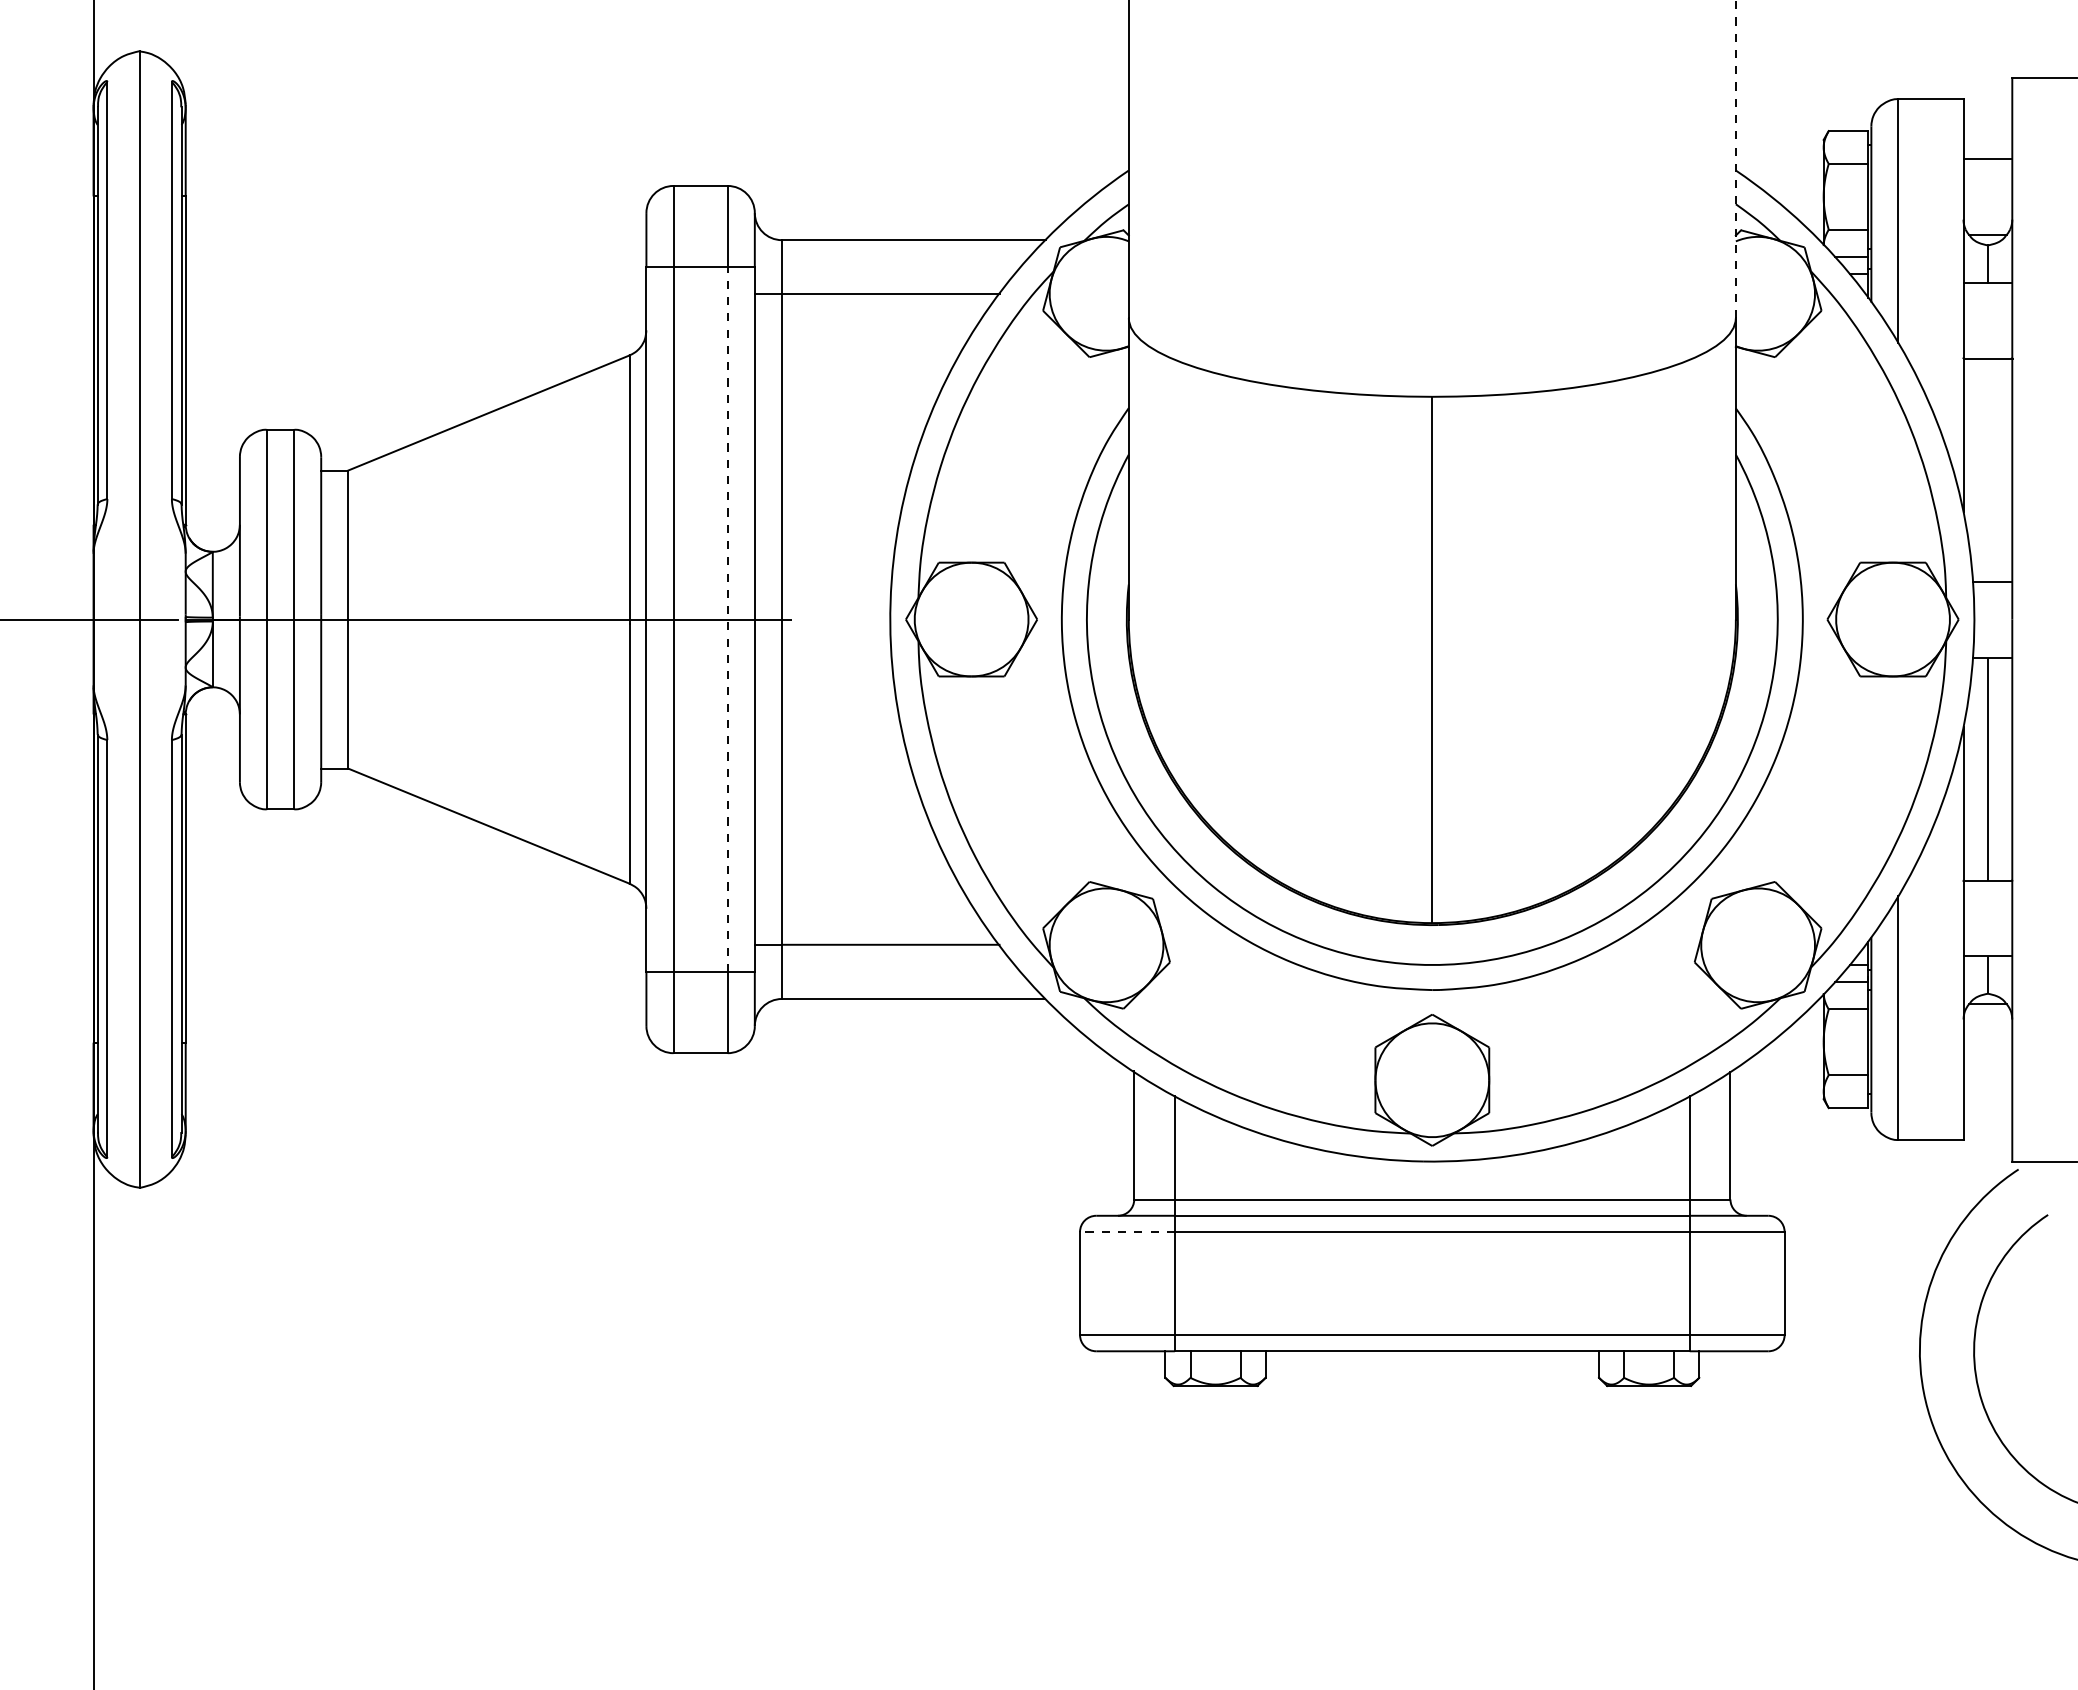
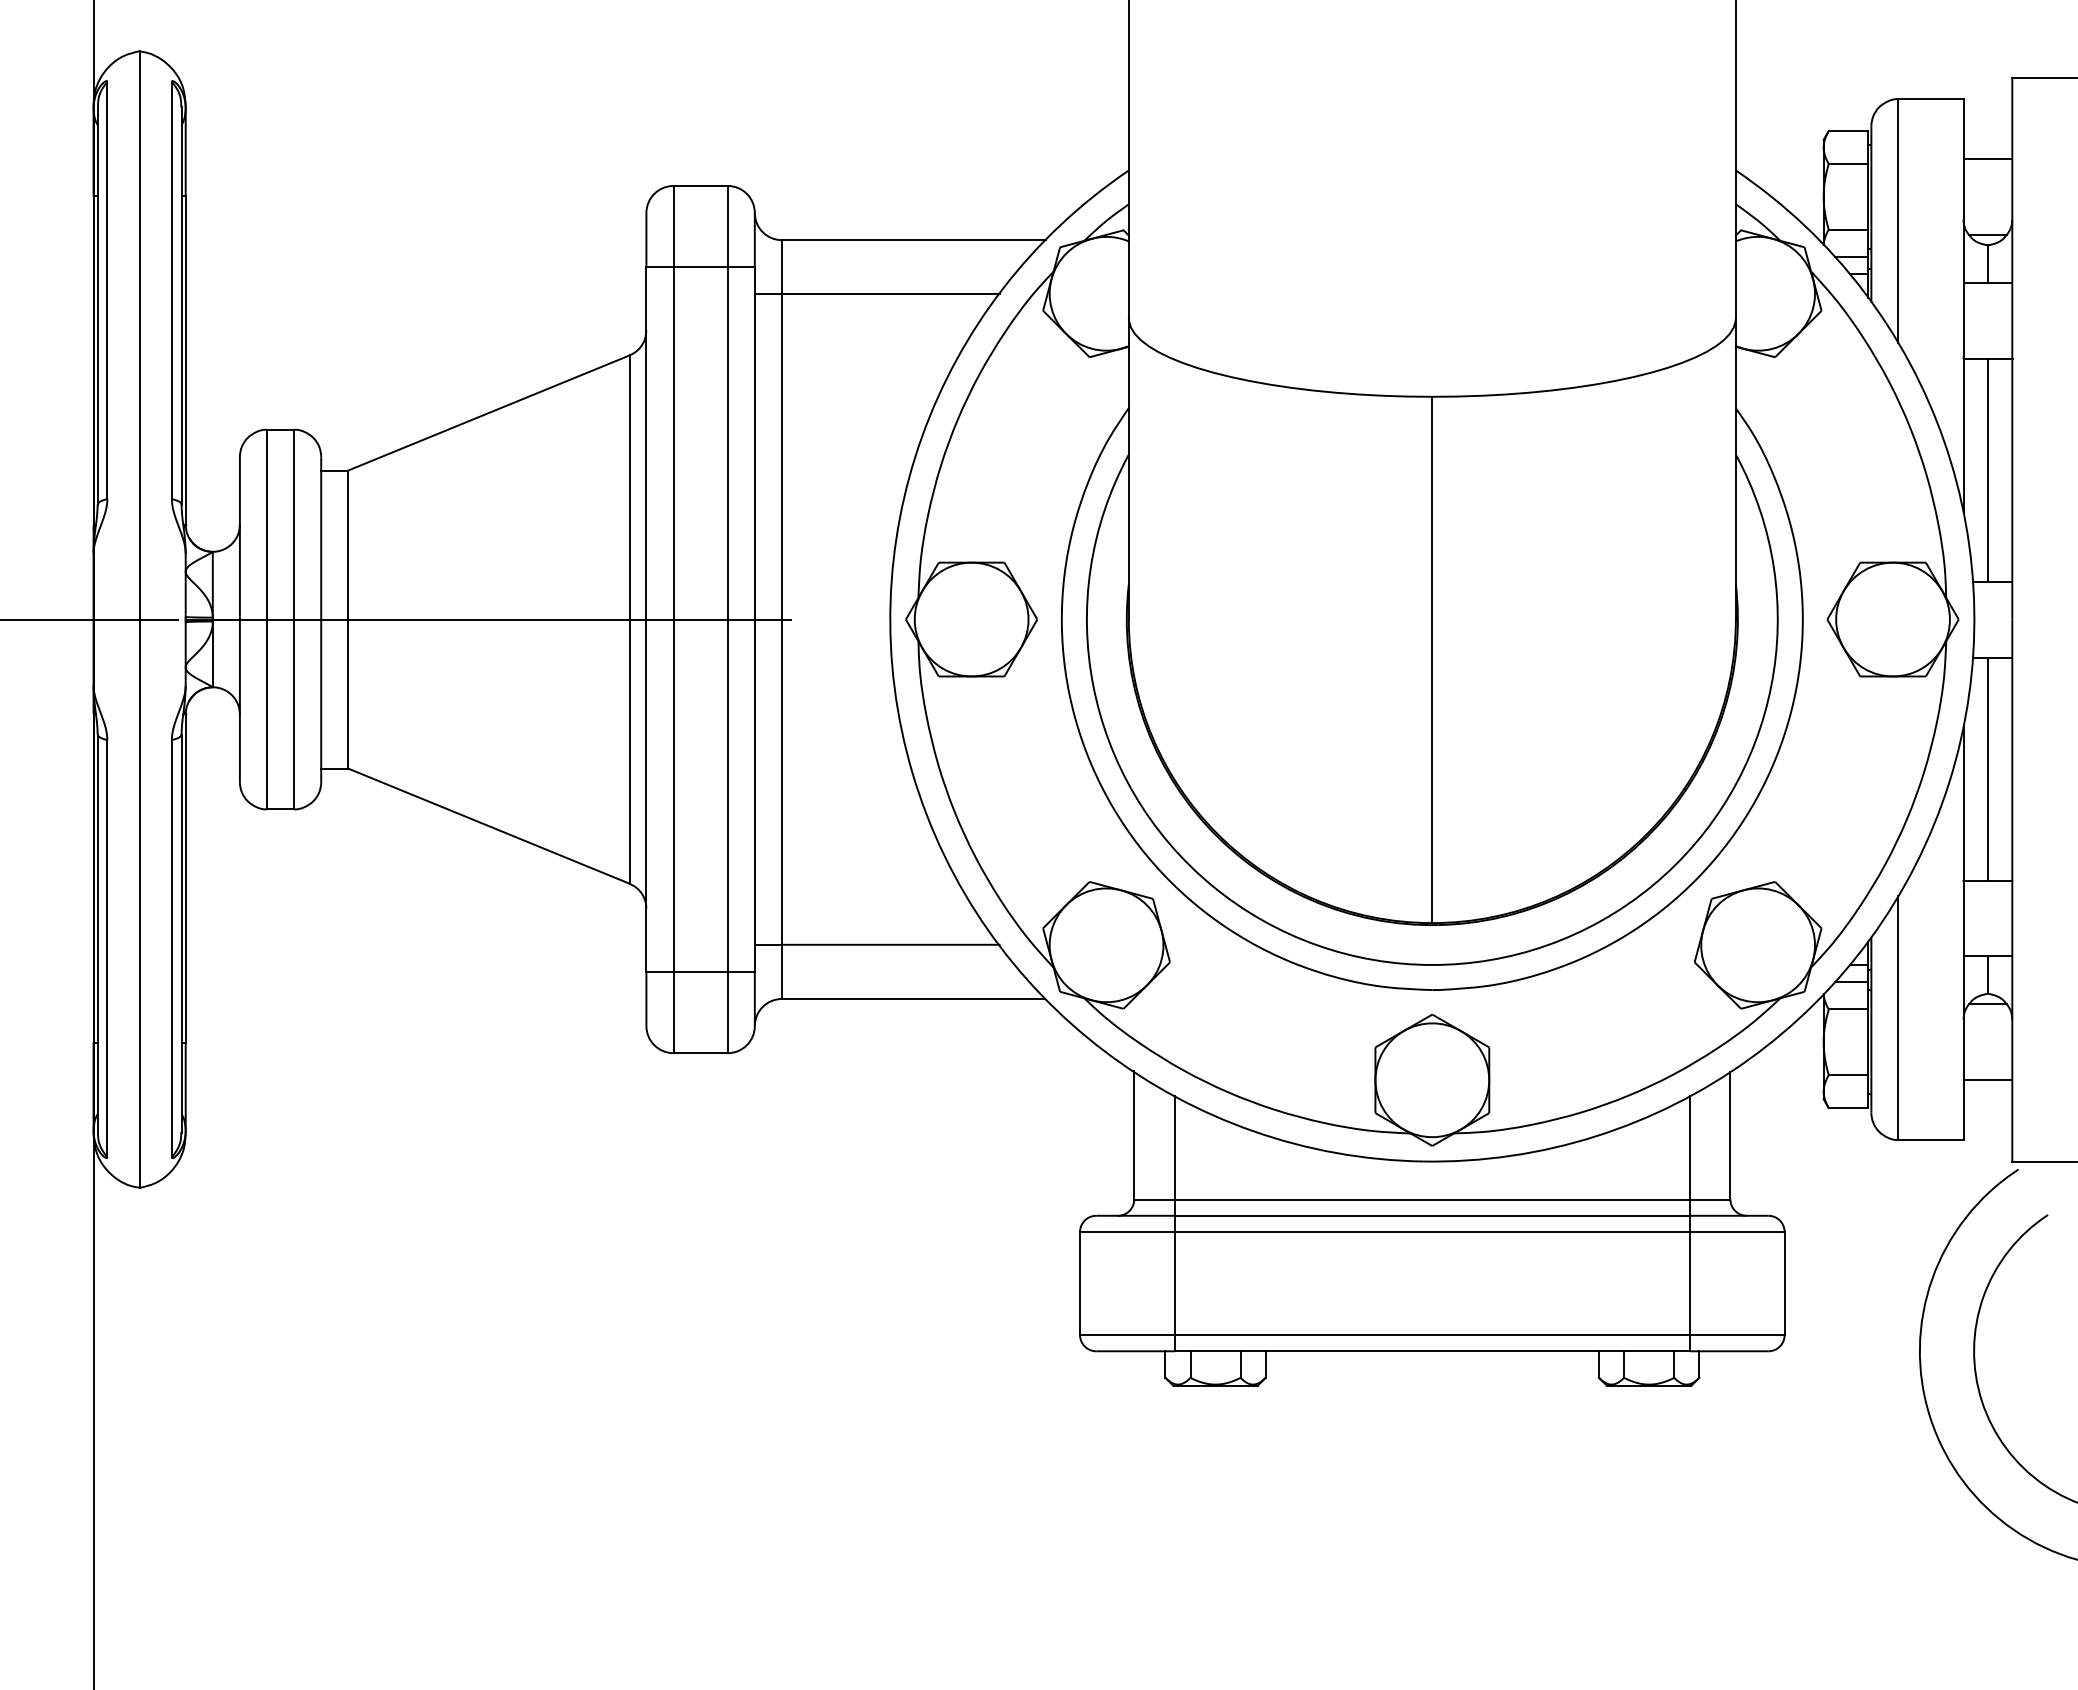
line at (1735, 159): dashed -> solid
line at (1987, 469): none -> present
line at (727, 619): dashed -> solid
line at (1987, 1080): none -> present
line at (1126, 1232): dashed -> solid
